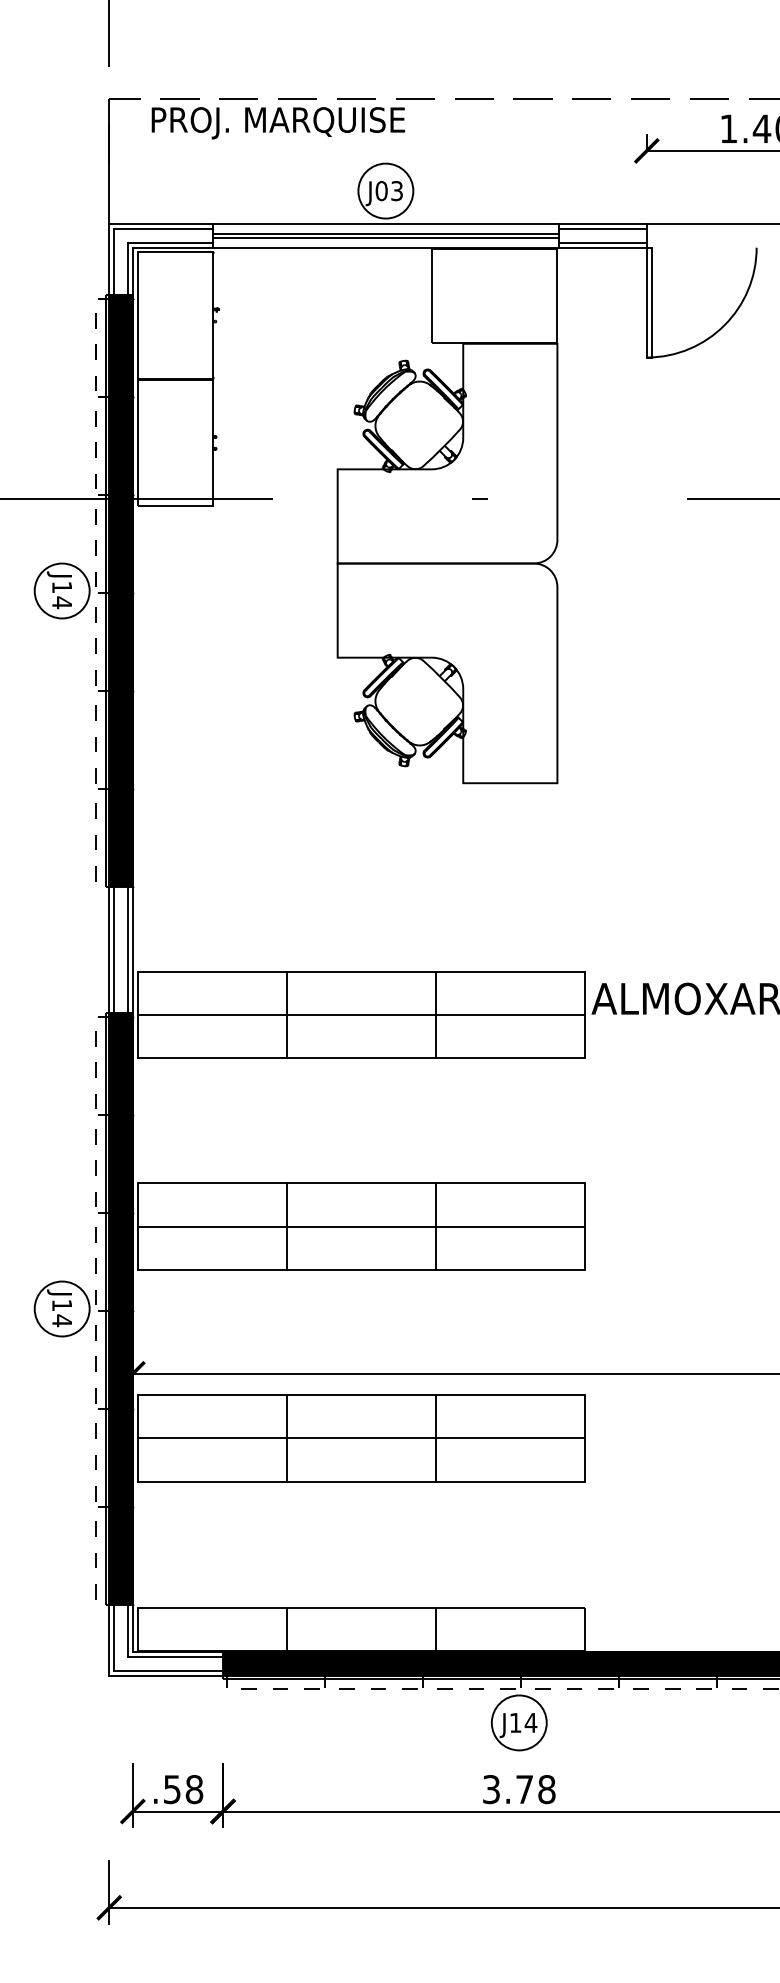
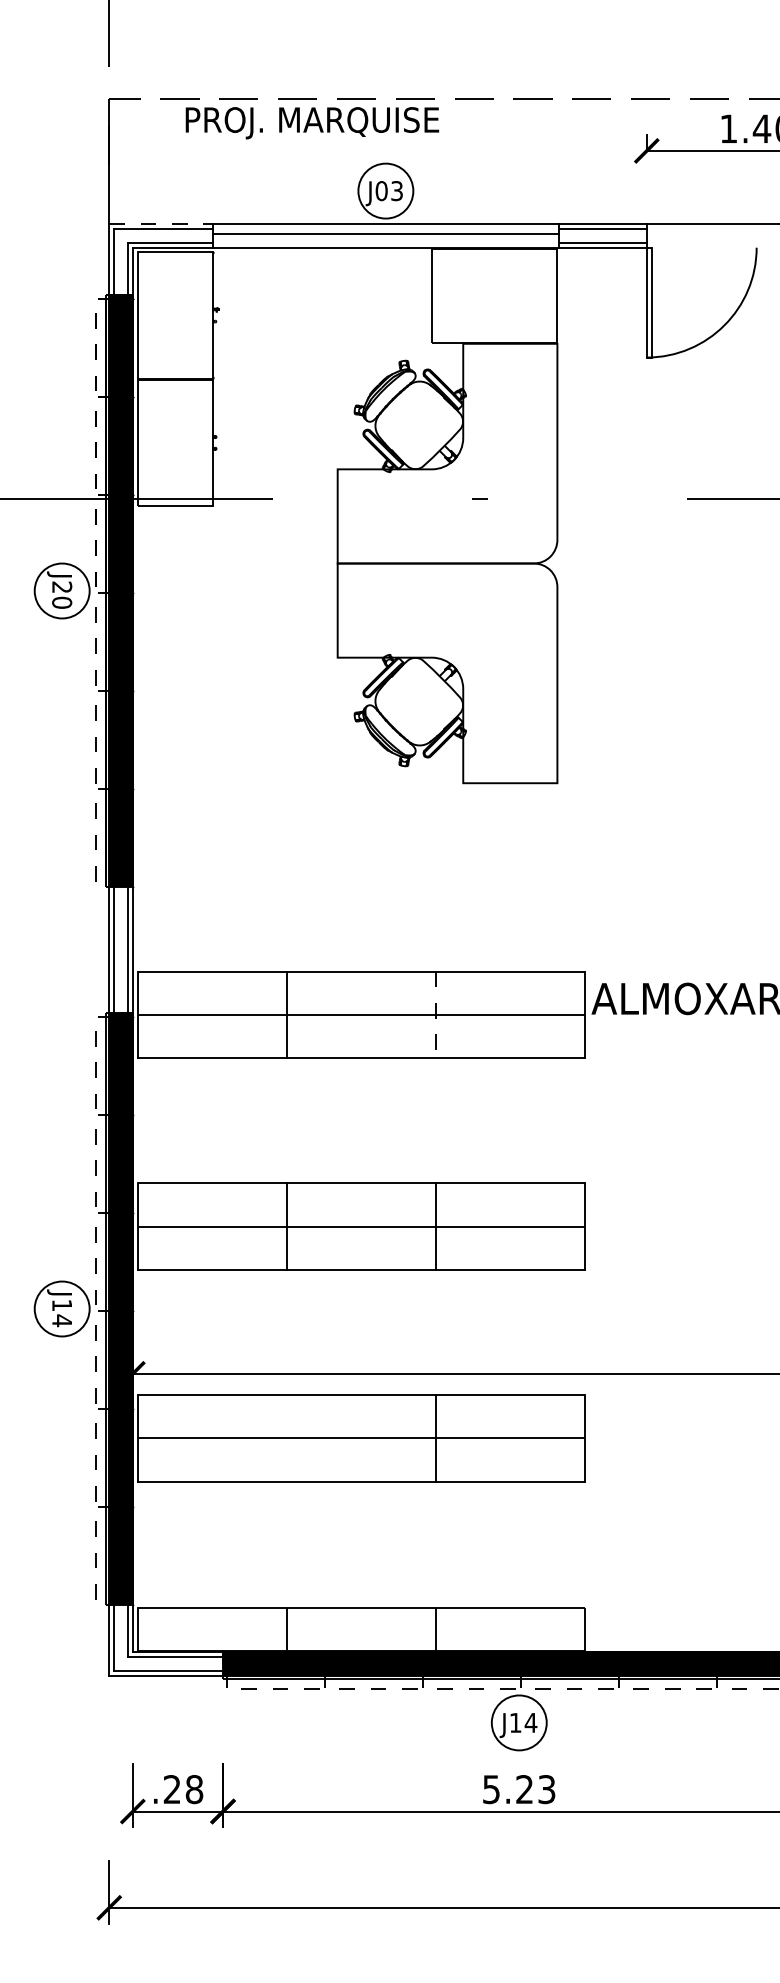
text at (278, 123) position: (278, 123) -> (312, 123)
line at (161, 224): solid -> dashed
line at (385, 238): present -> none
text at (62, 595): J14 -> J20
line at (435, 1015): solid -> dashed
line at (286, 1438): present -> none
text at (171, 1789): .58 -> .28
text at (519, 1789): 3.78 -> 5.23
